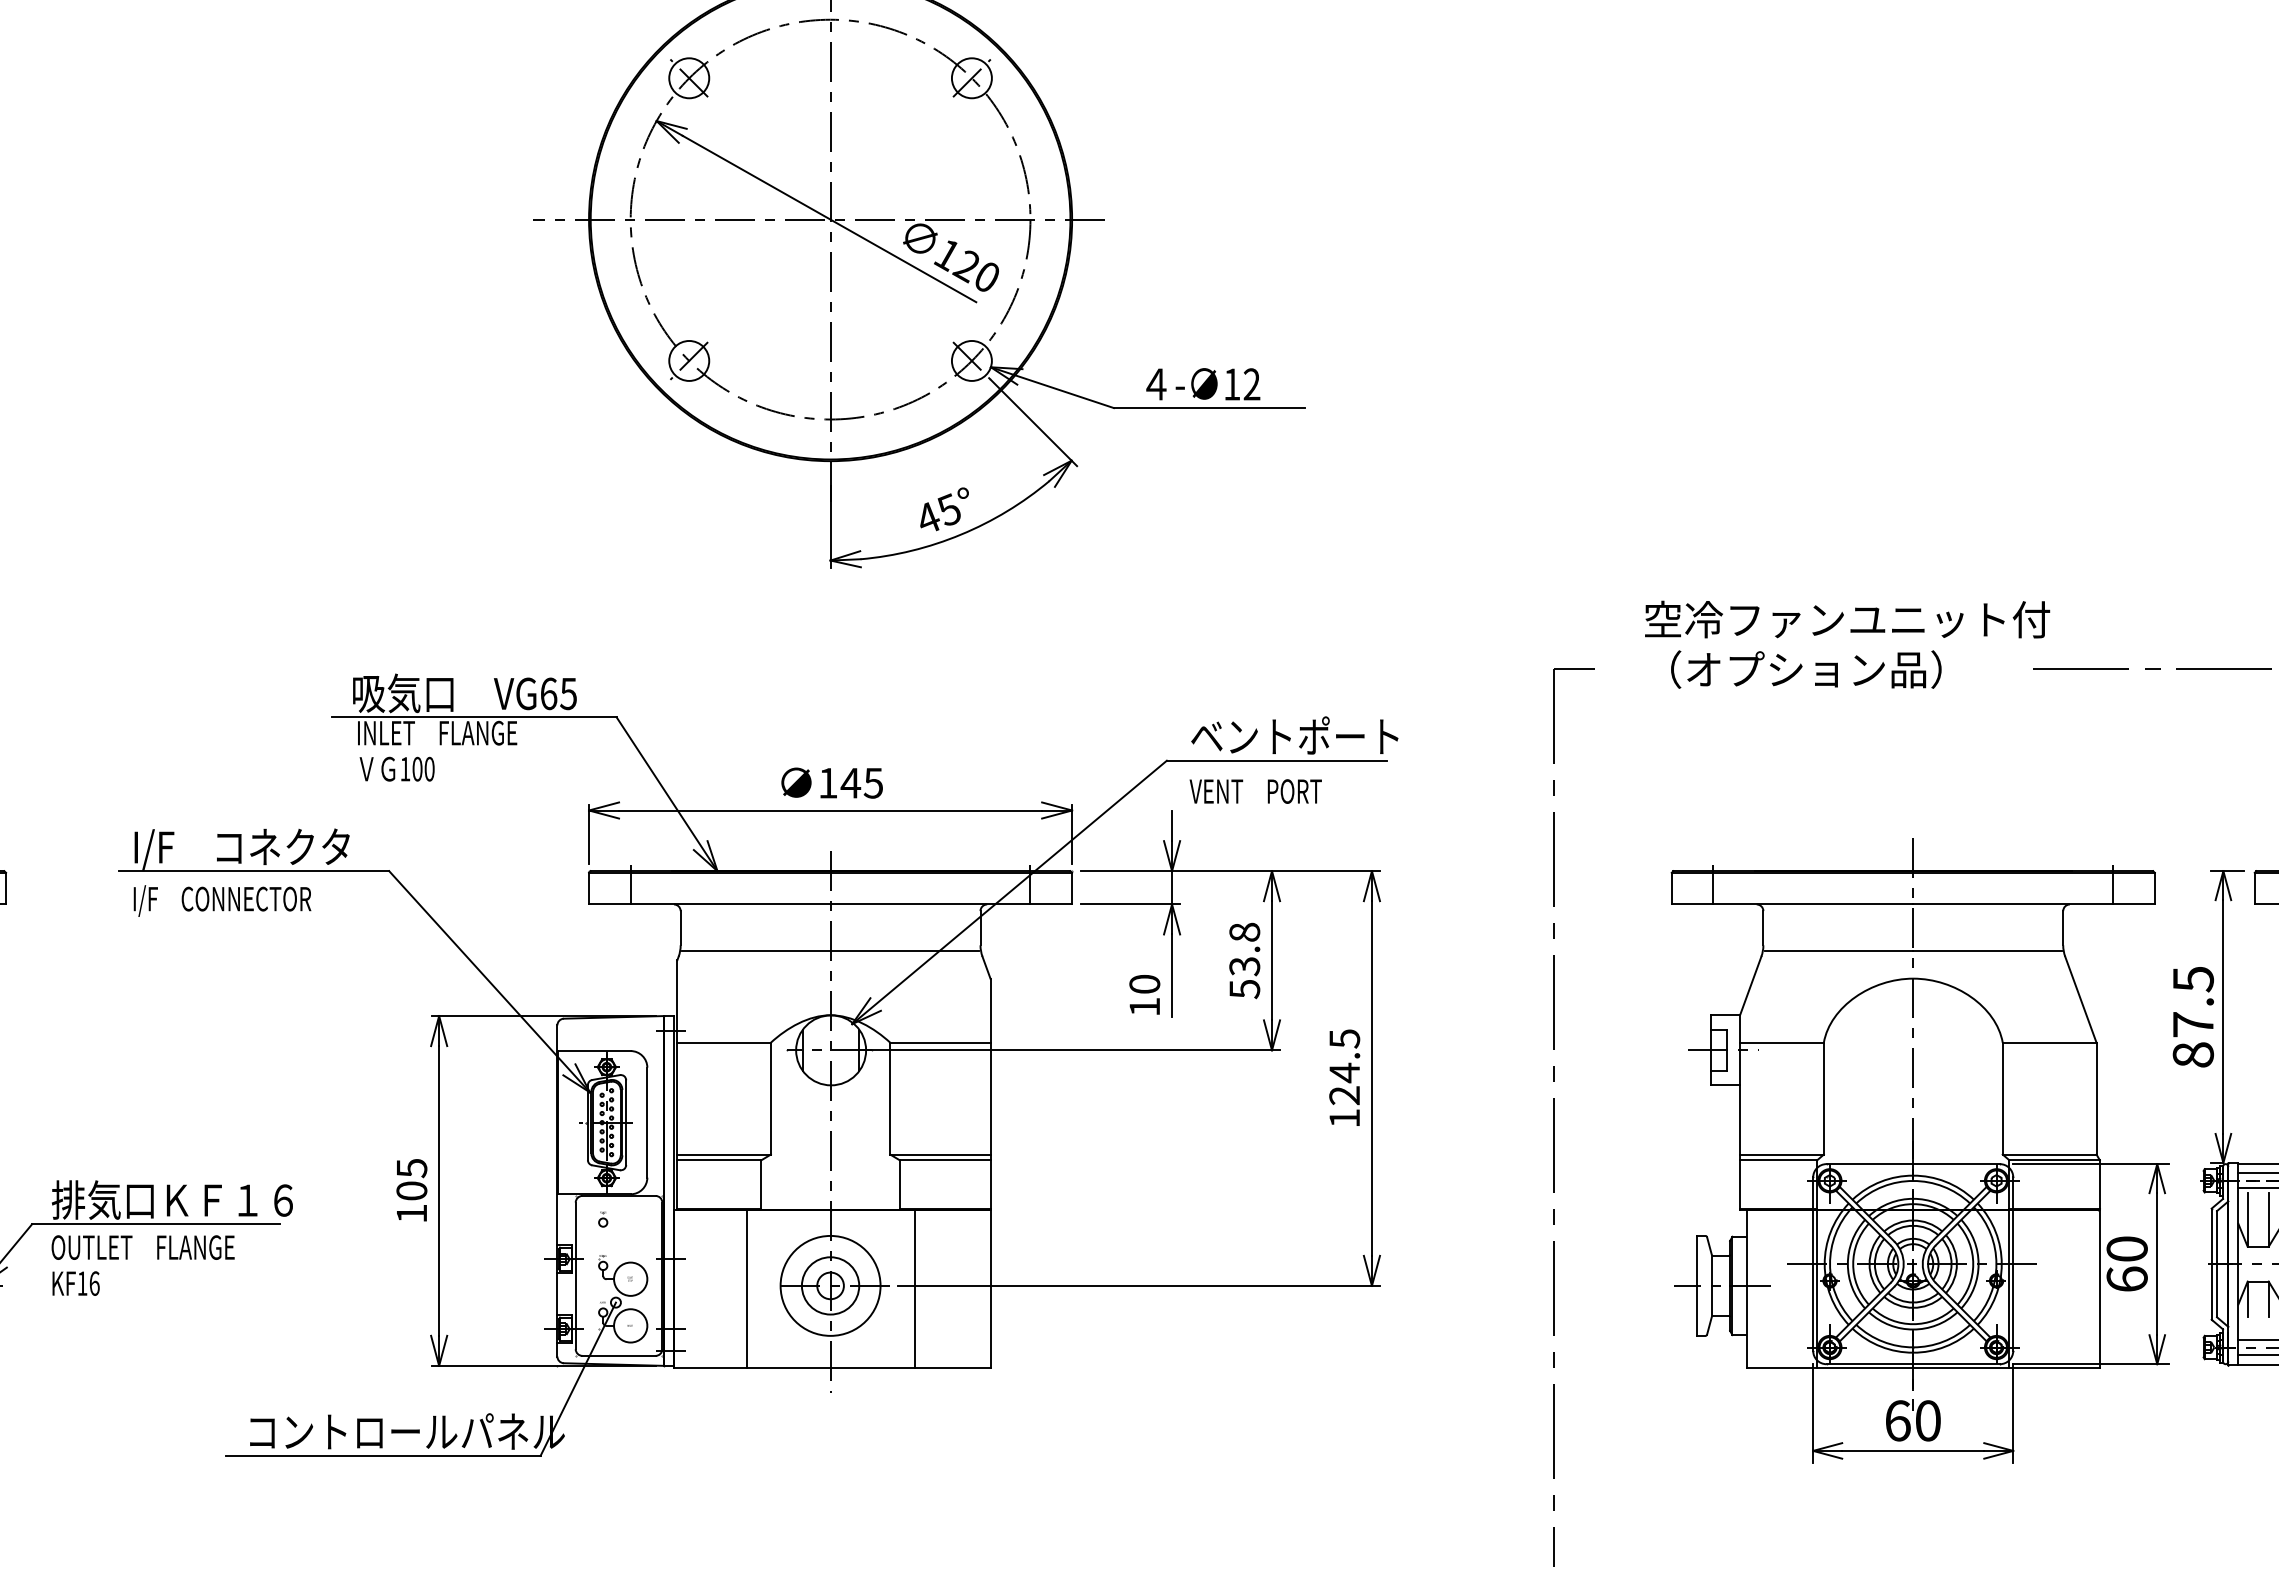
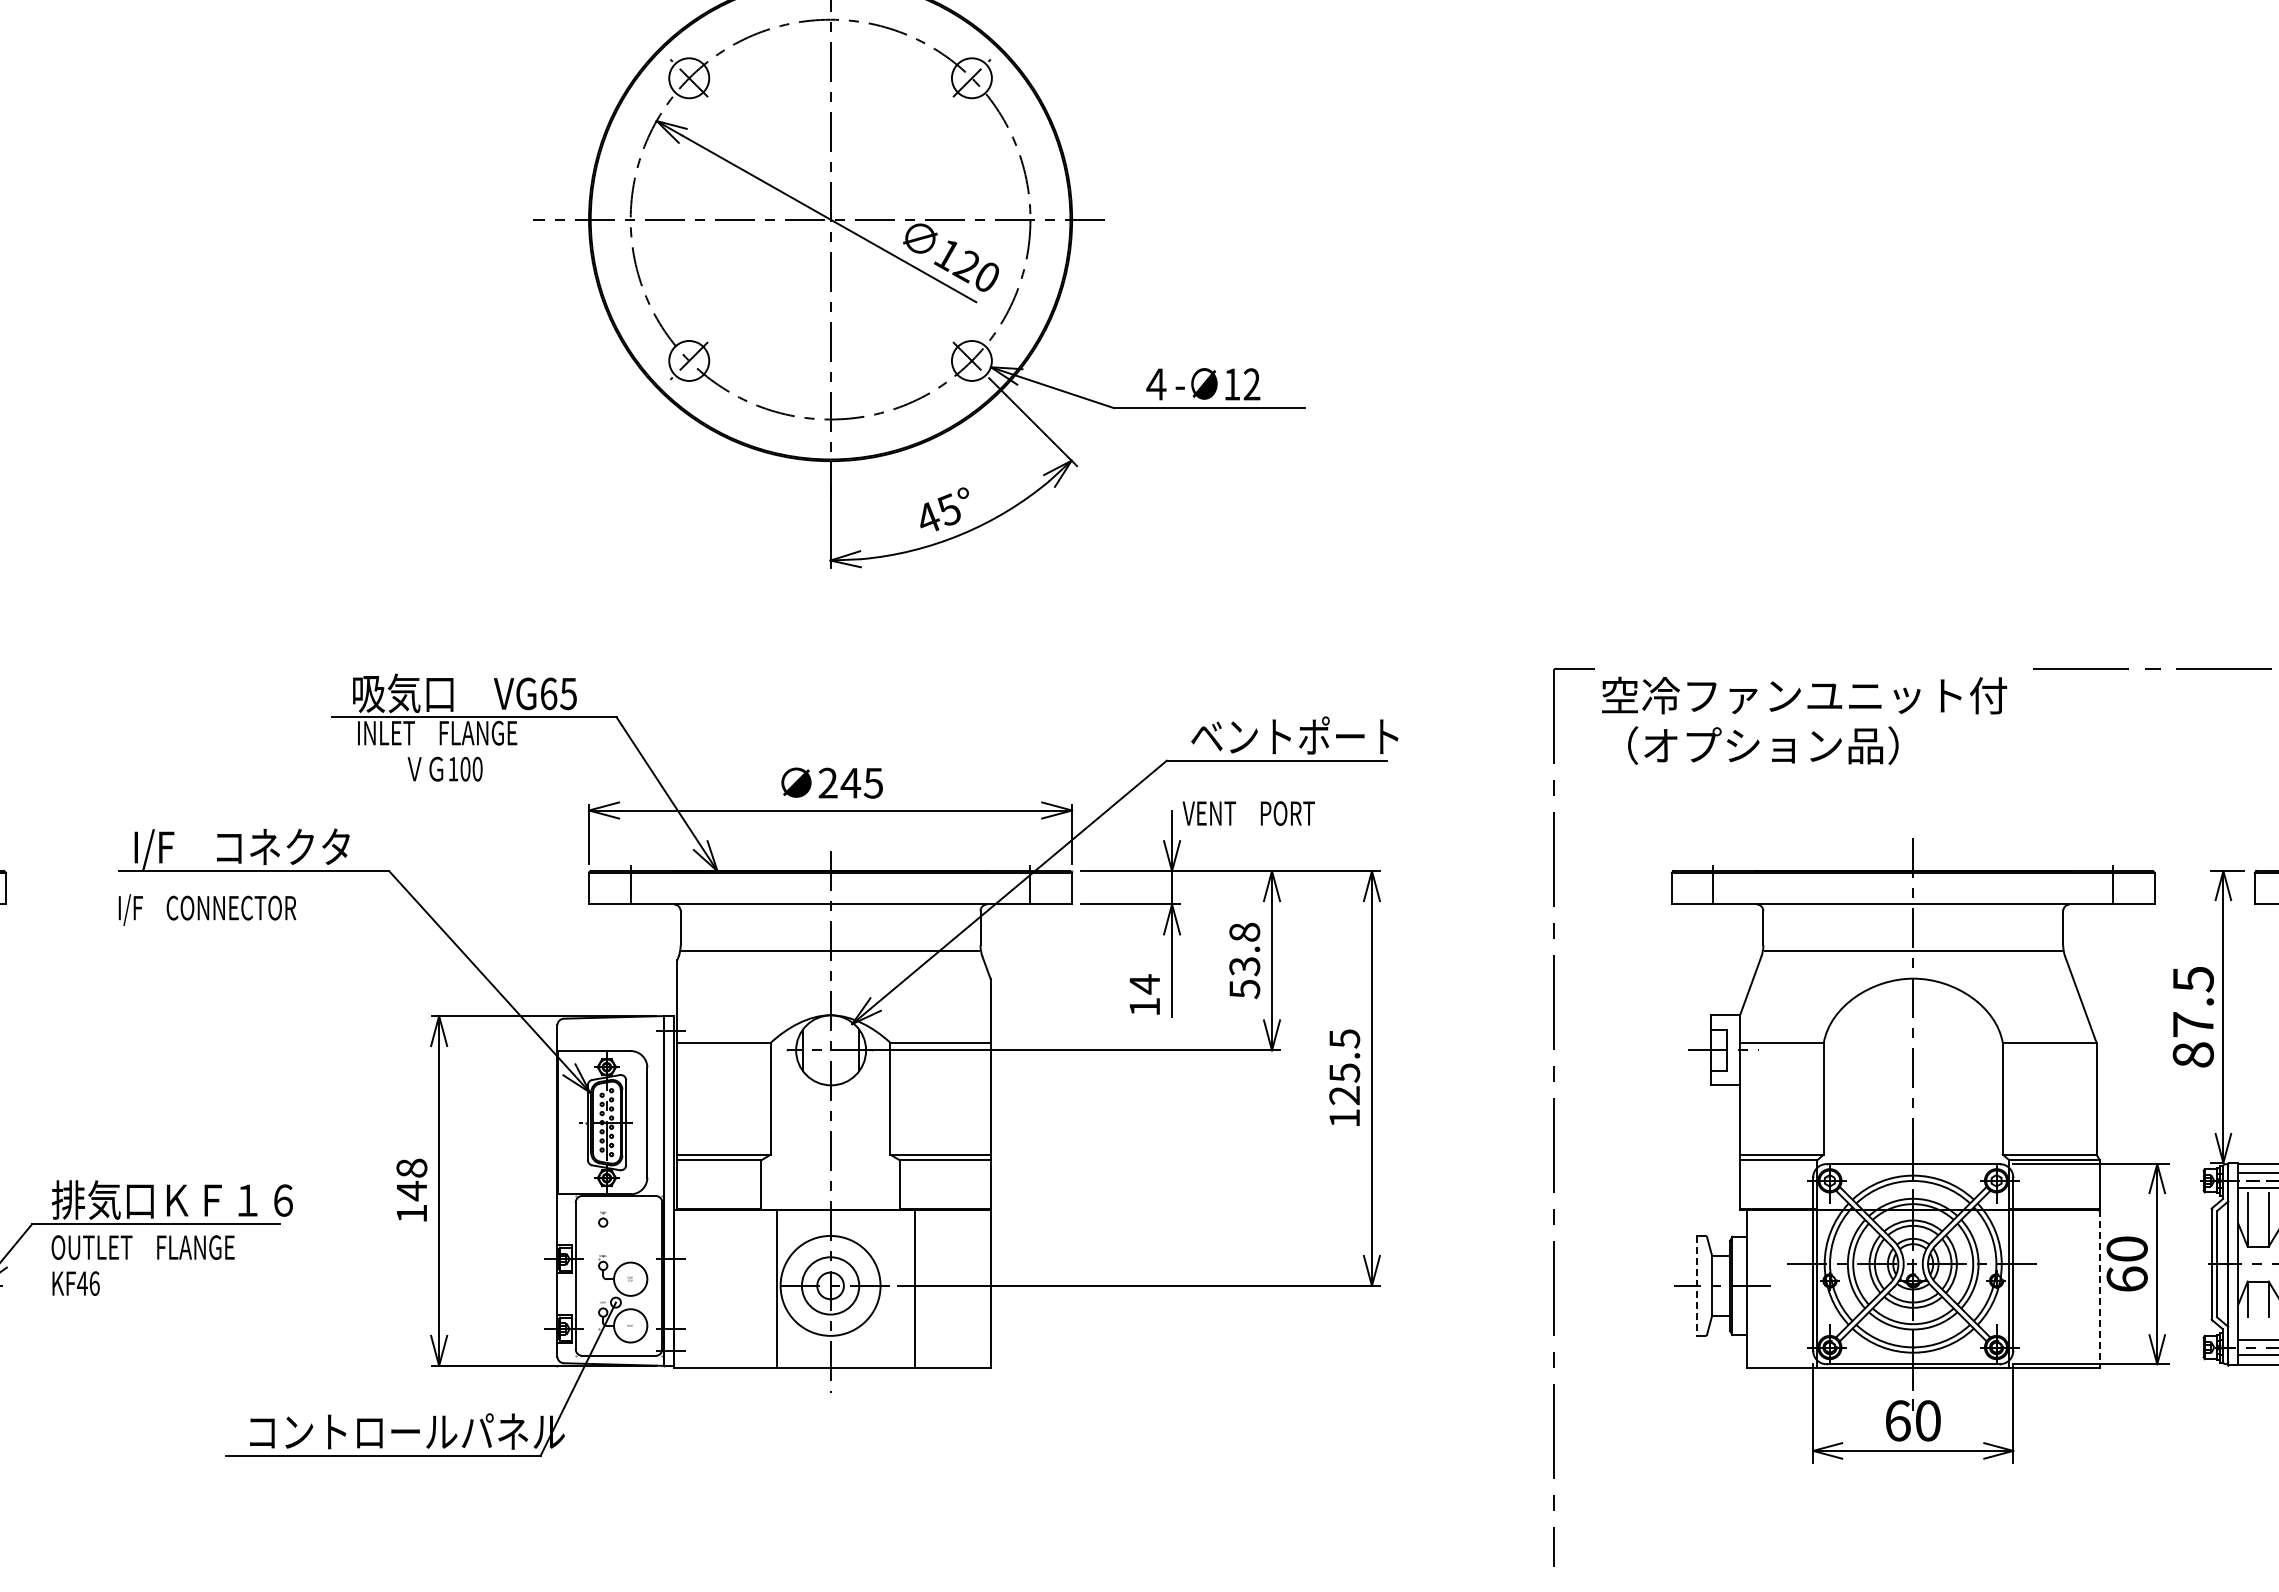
text at (1847, 644) position: (1847, 644) -> (1804, 720)
text at (396, 768) position: (396, 768) -> (444, 768)
text at (827, 782): 145 -> 245
text at (1255, 791) position: (1255, 791) -> (1248, 813)
text at (222, 900) position: (222, 900) -> (207, 909)
text at (1144, 984): 10 -> 14
text at (1344, 1072): 124.5 -> 125.5
text at (411, 1179): 105 -> 148
text at (82, 1283): KF16 -> KF46
line at (1696, 1285): solid -> dashed
line at (746, 1288) position: (746, 1288) -> (776, 1288)
line at (2099, 1288): solid -> dashed
